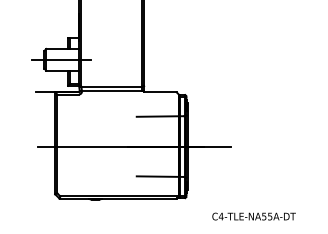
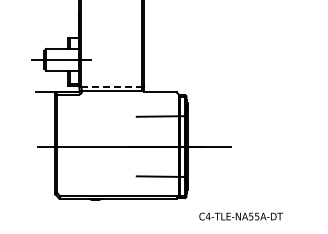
line at (112, 86): solid -> dashed
text at (253, 216) position: (253, 216) -> (240, 216)
